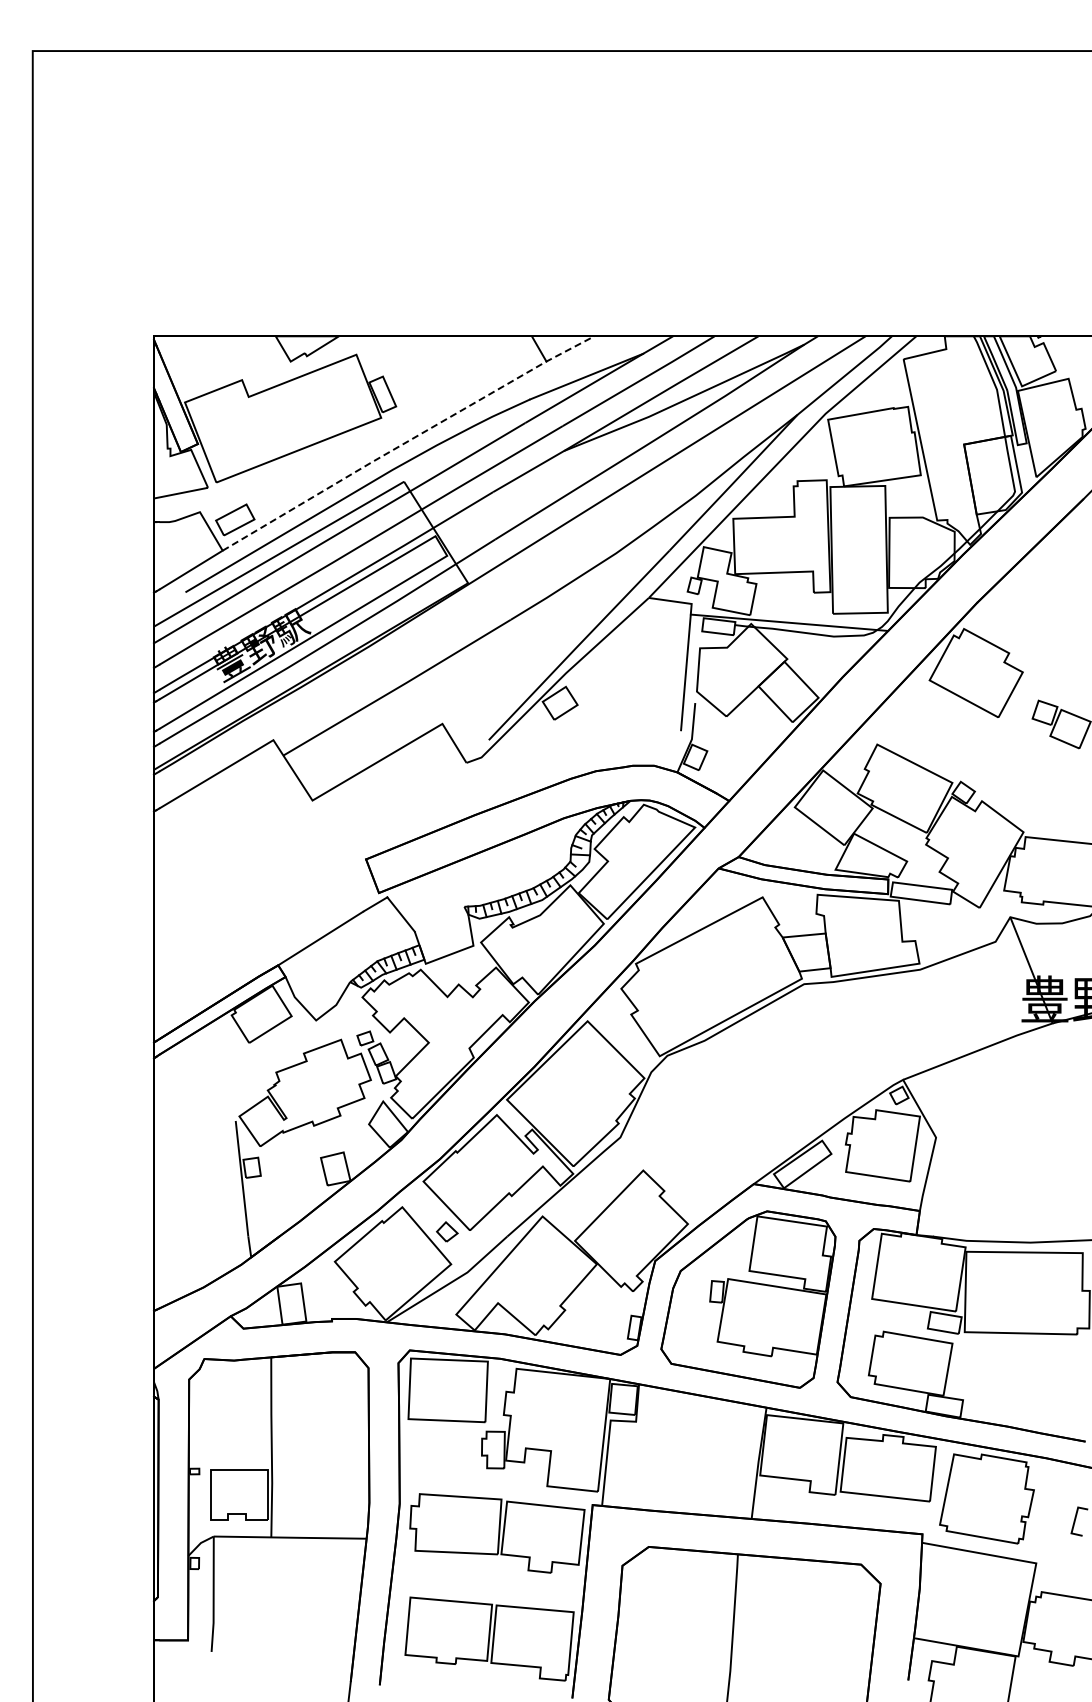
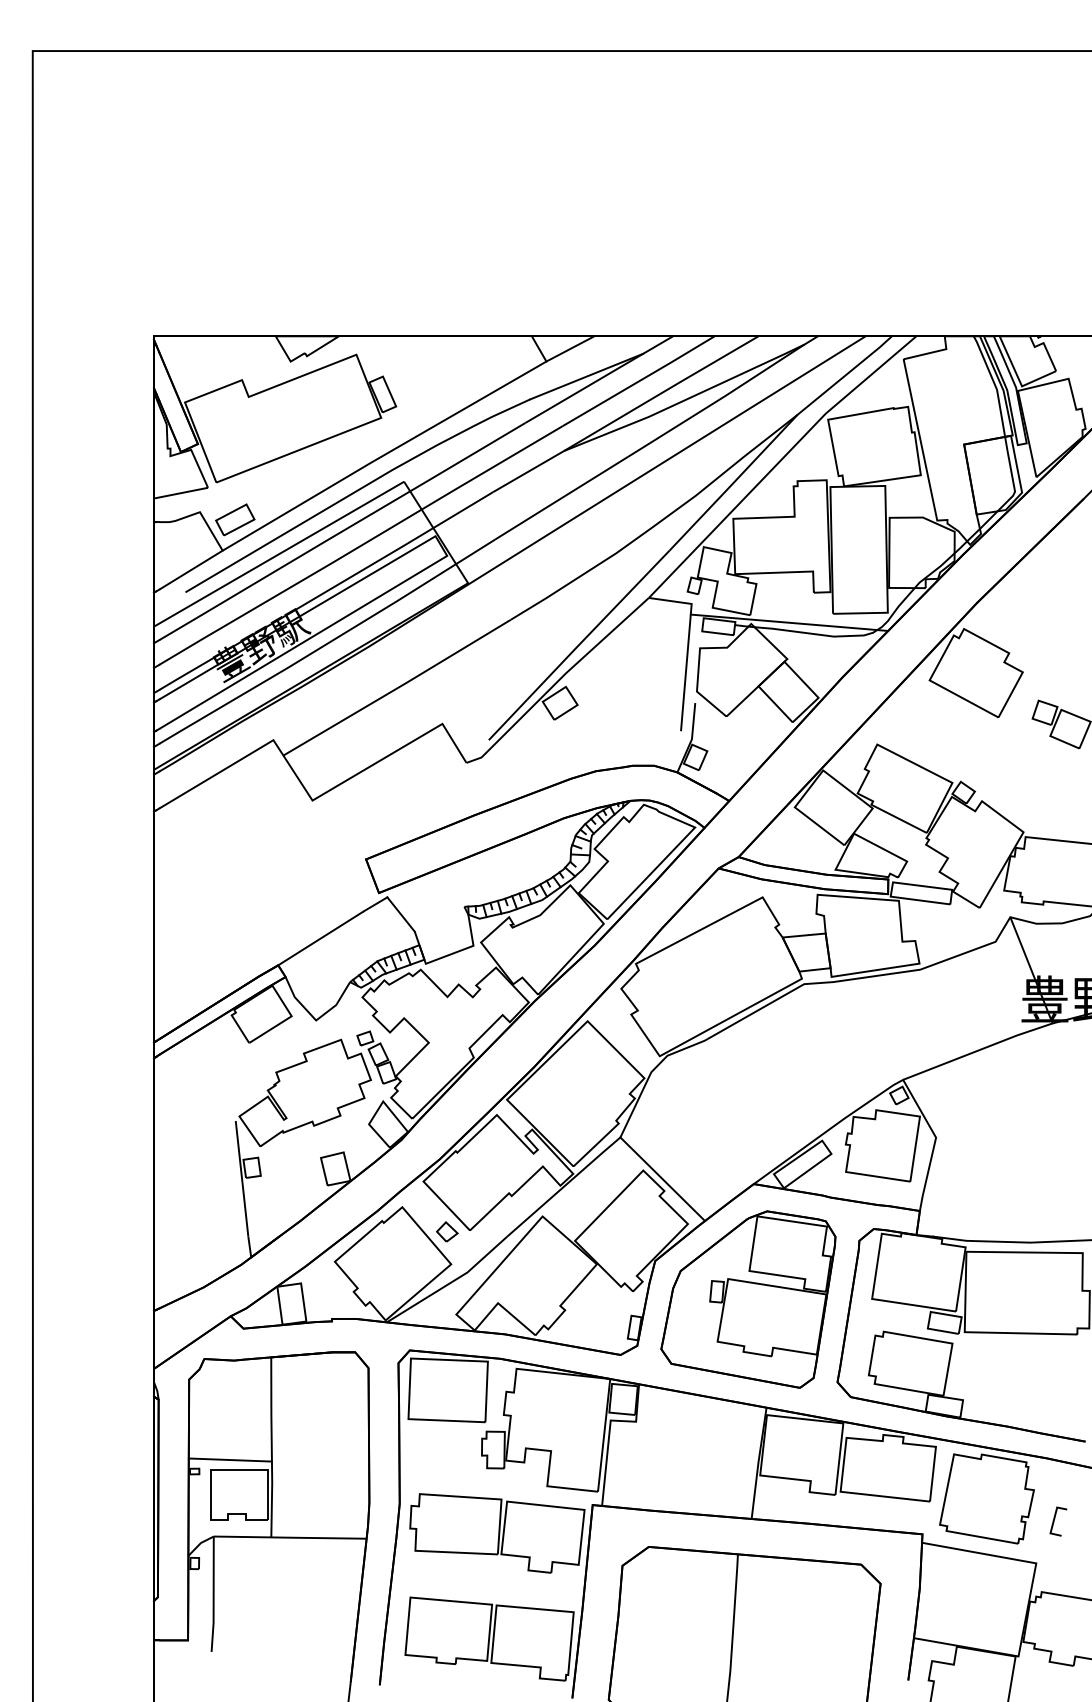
line at (408, 441): dashed -> solid
line at (662, 1179): none -> present
line at (229, 1459): none -> present
line at (1075, 1521) position: (1075, 1521) -> (1054, 1521)
